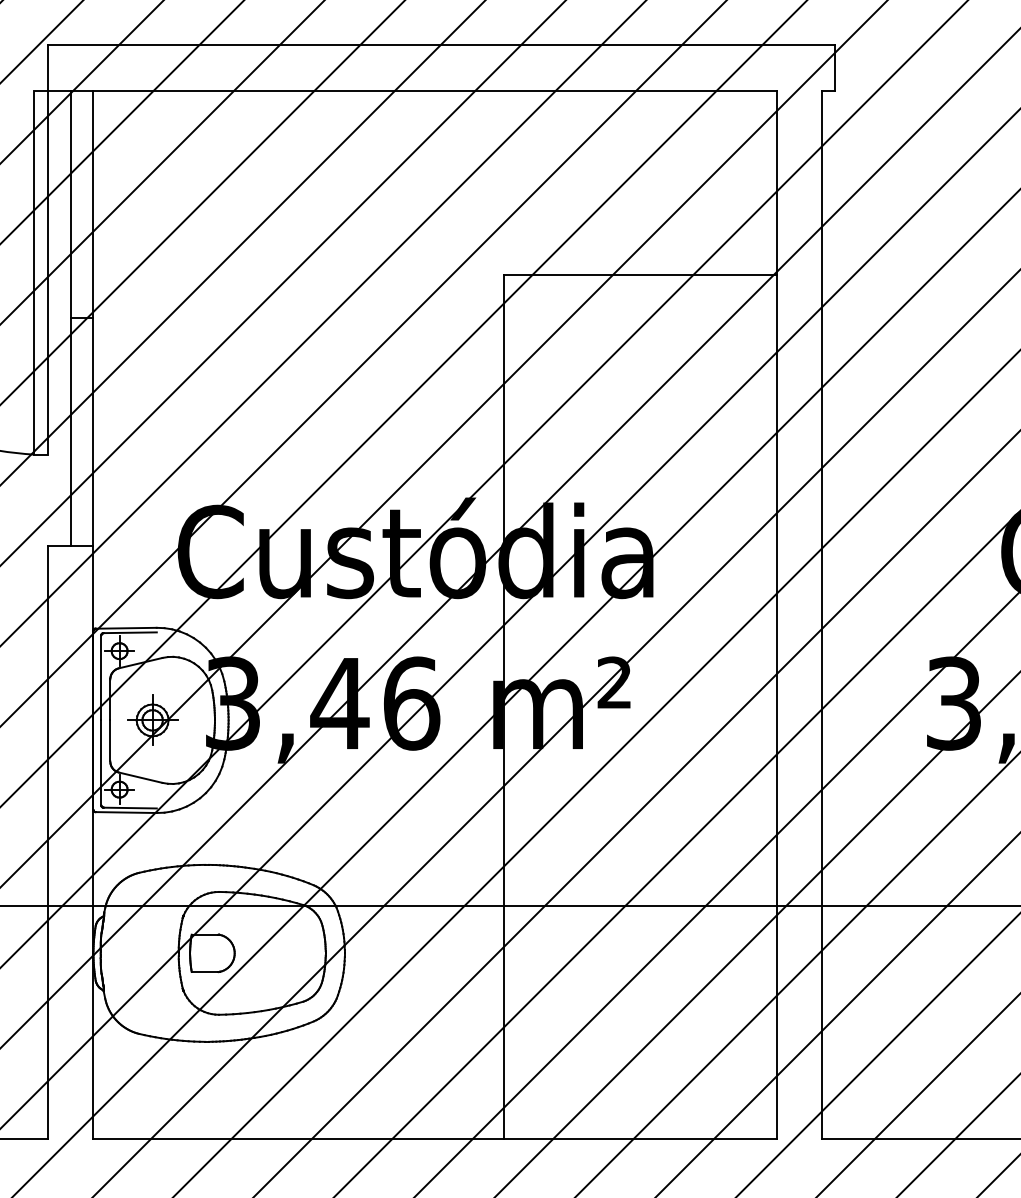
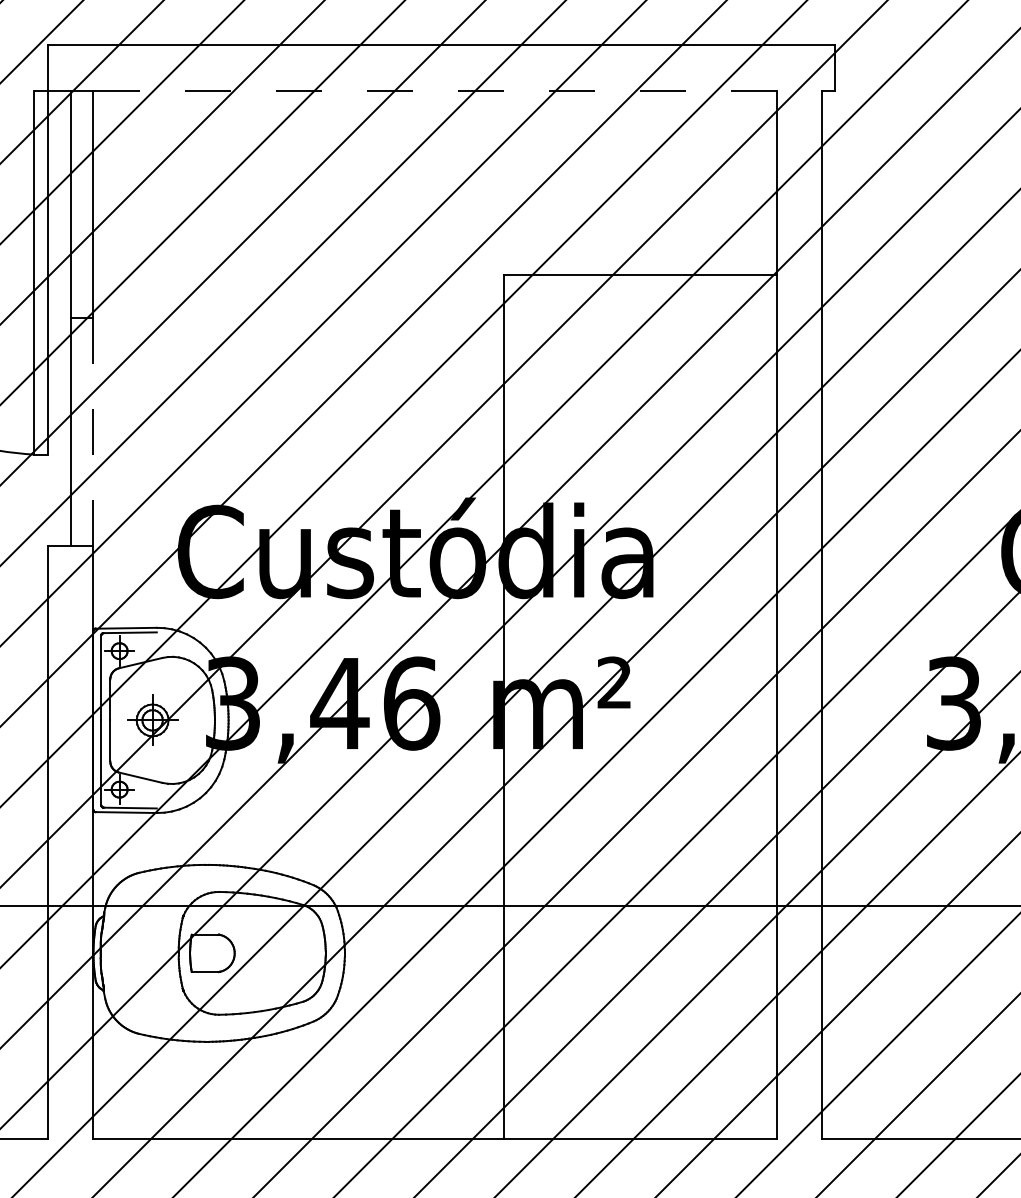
line at (435, 90): solid -> dashed
line at (93, 431): solid -> dashed
